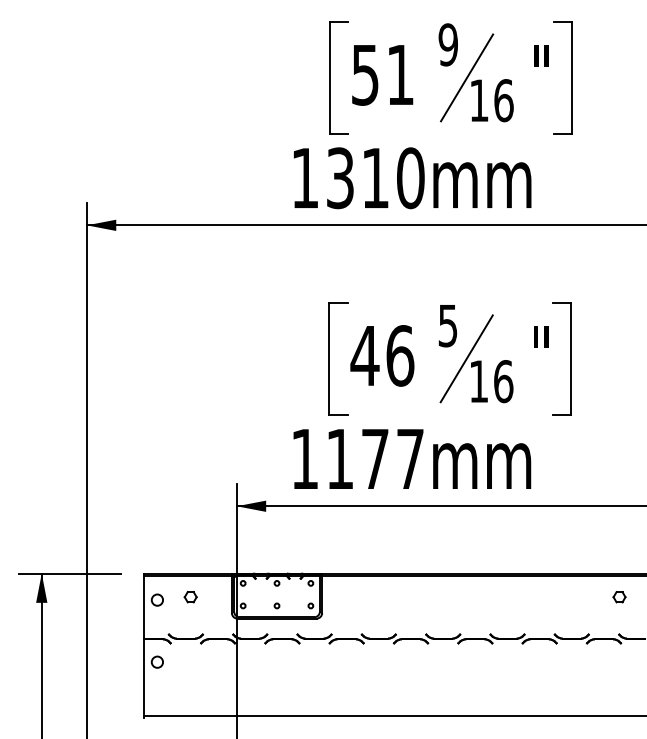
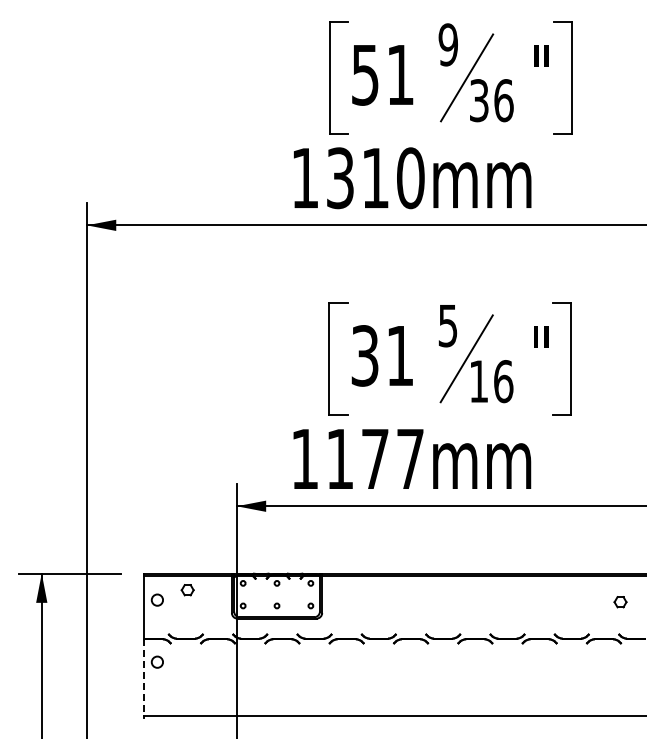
text at (479, 100): 16 -> 36
text at (382, 355): 46 -> 31
part at (190, 597) position: (190, 597) -> (187, 590)
part at (619, 597) position: (619, 597) -> (620, 602)
line at (143, 678): solid -> dashed
